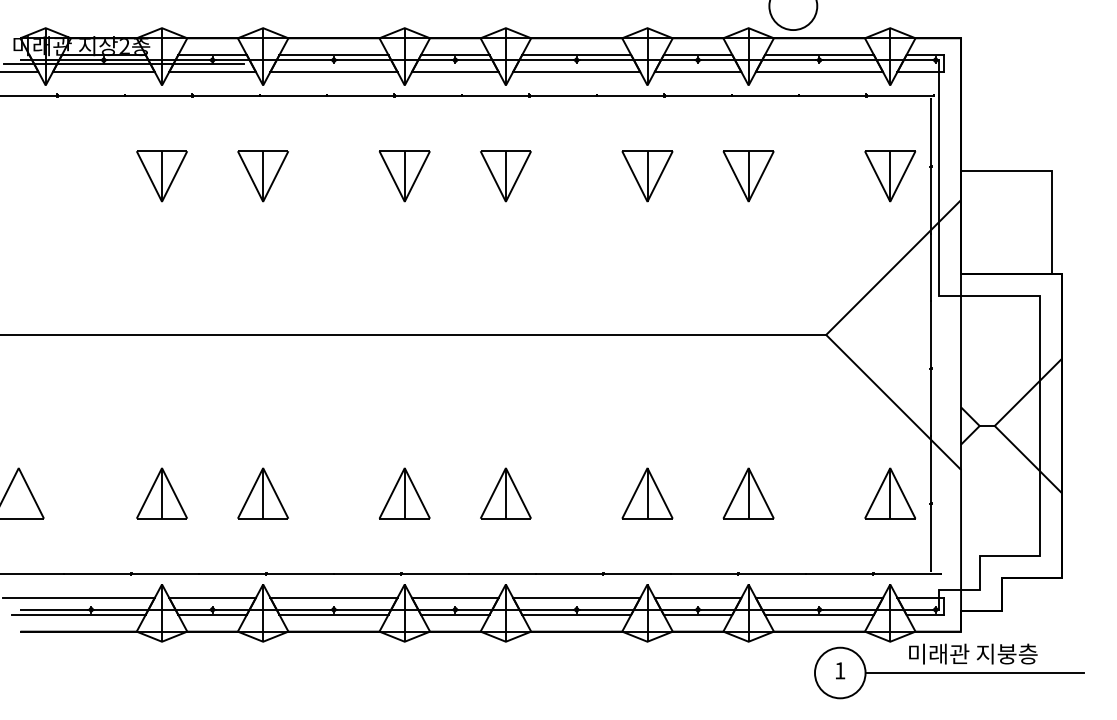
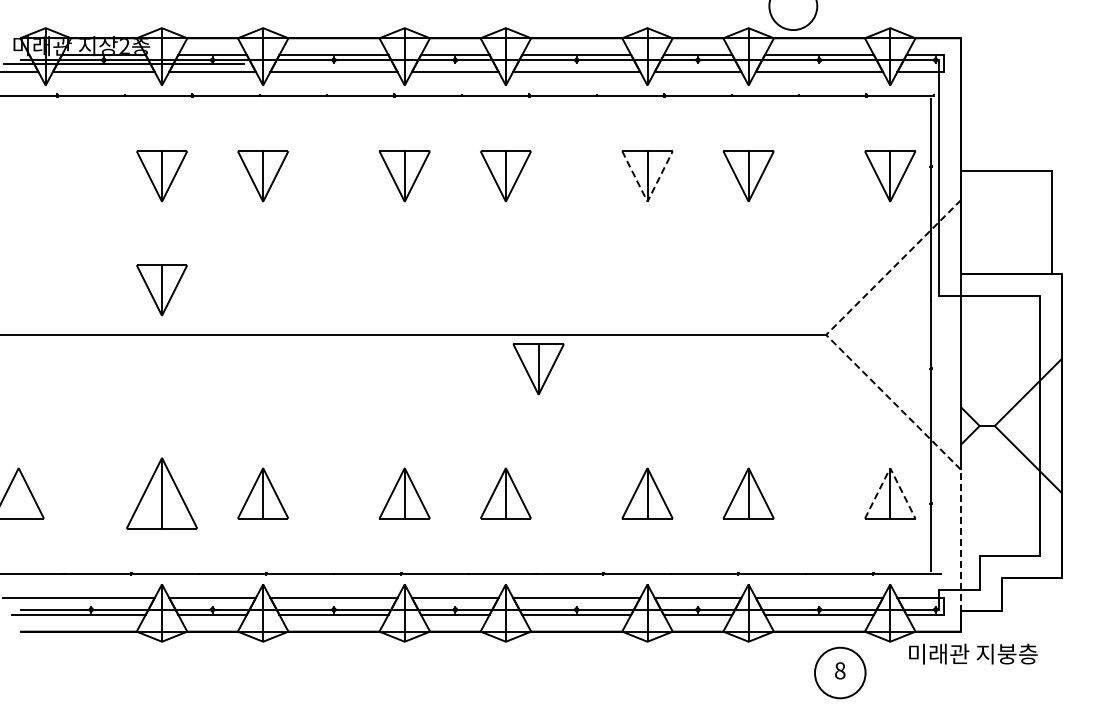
line at (647, 201): solid -> dashed
part at (161, 290): none -> present
part at (538, 369): none -> present
line at (876, 385): solid -> dashed
line at (890, 468): solid -> dashed
part at (161, 493) size: 52x53 px -> 72x73 px
text at (840, 670): 1 -> 8
line at (974, 673): present -> none
